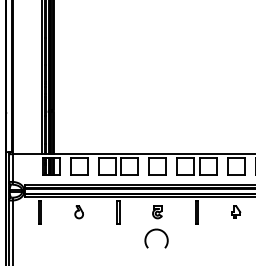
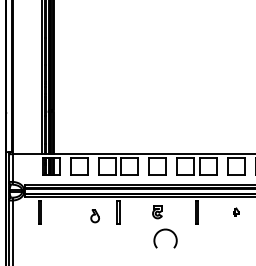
part at (236, 211) size: 11x14 px -> 7x10 px
part at (78, 212) position: (78, 212) -> (94, 216)
arc at (156, 230) position: (156, 230) -> (165, 230)
